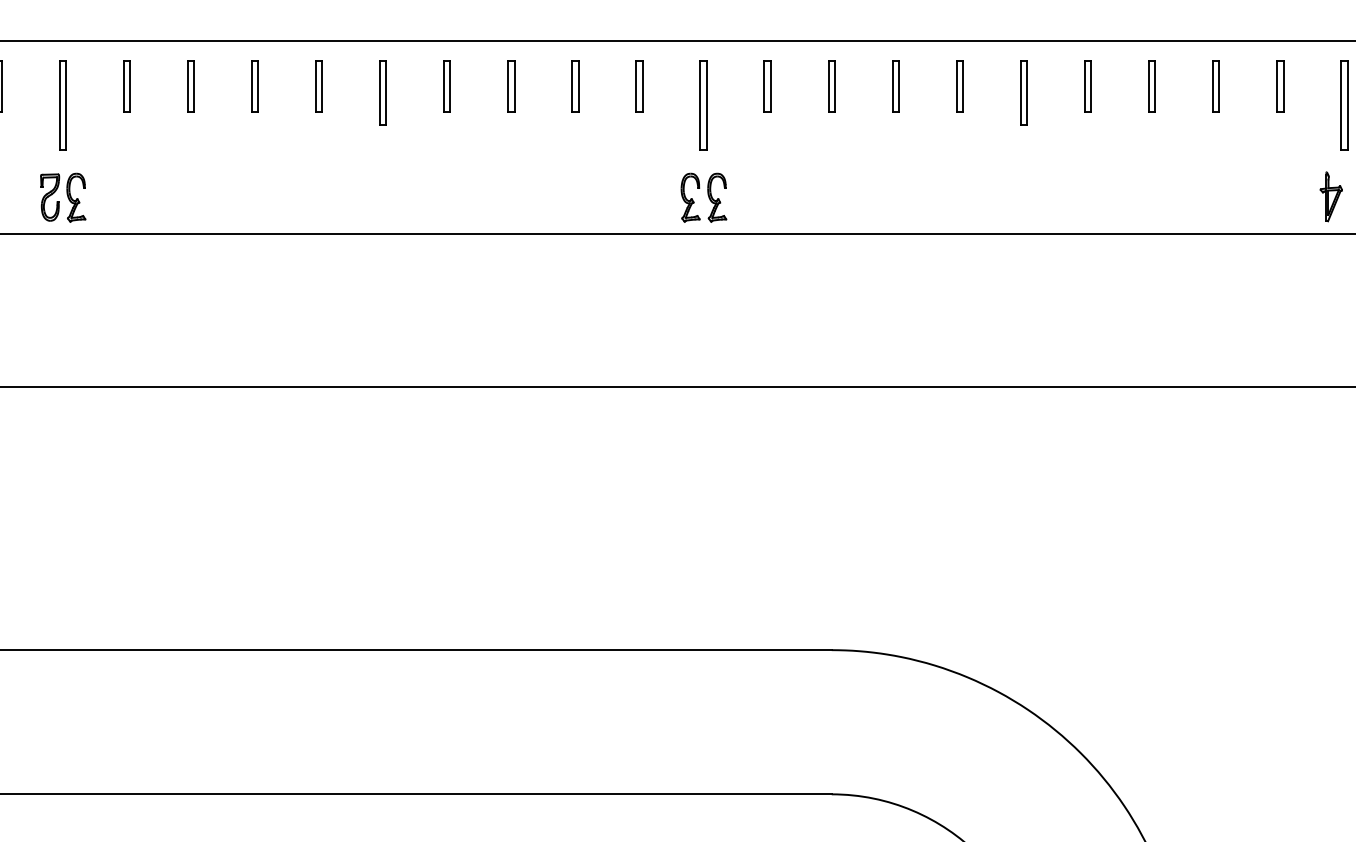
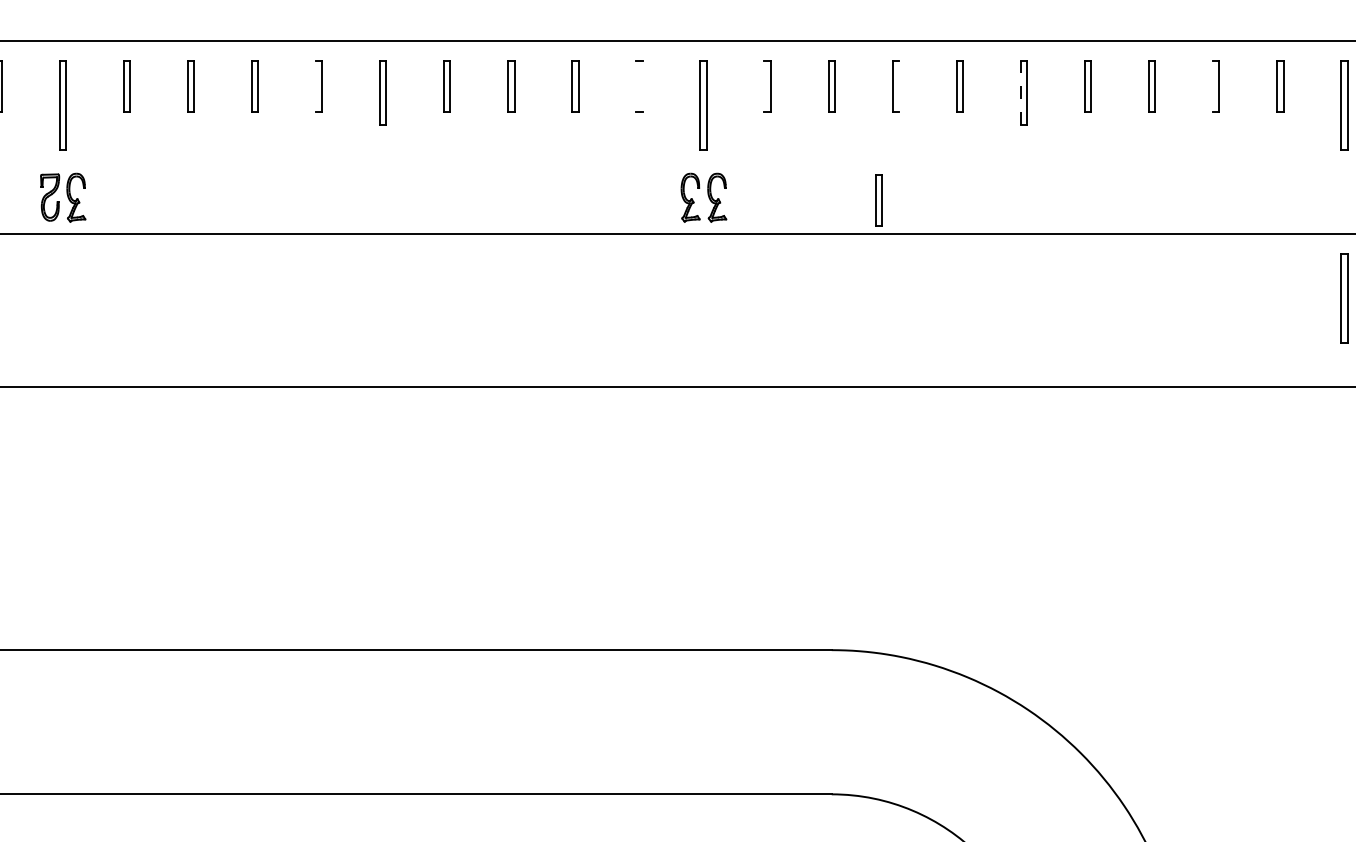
line at (315, 85): present -> none
line at (636, 85): present -> none
line at (642, 85): present -> none
line at (764, 85): present -> none
line at (899, 85): present -> none
line at (1213, 85): present -> none
line at (1020, 93): solid -> dashed
part at (1330, 196): present -> none
part at (878, 200): none -> present
part at (1344, 298): none -> present
